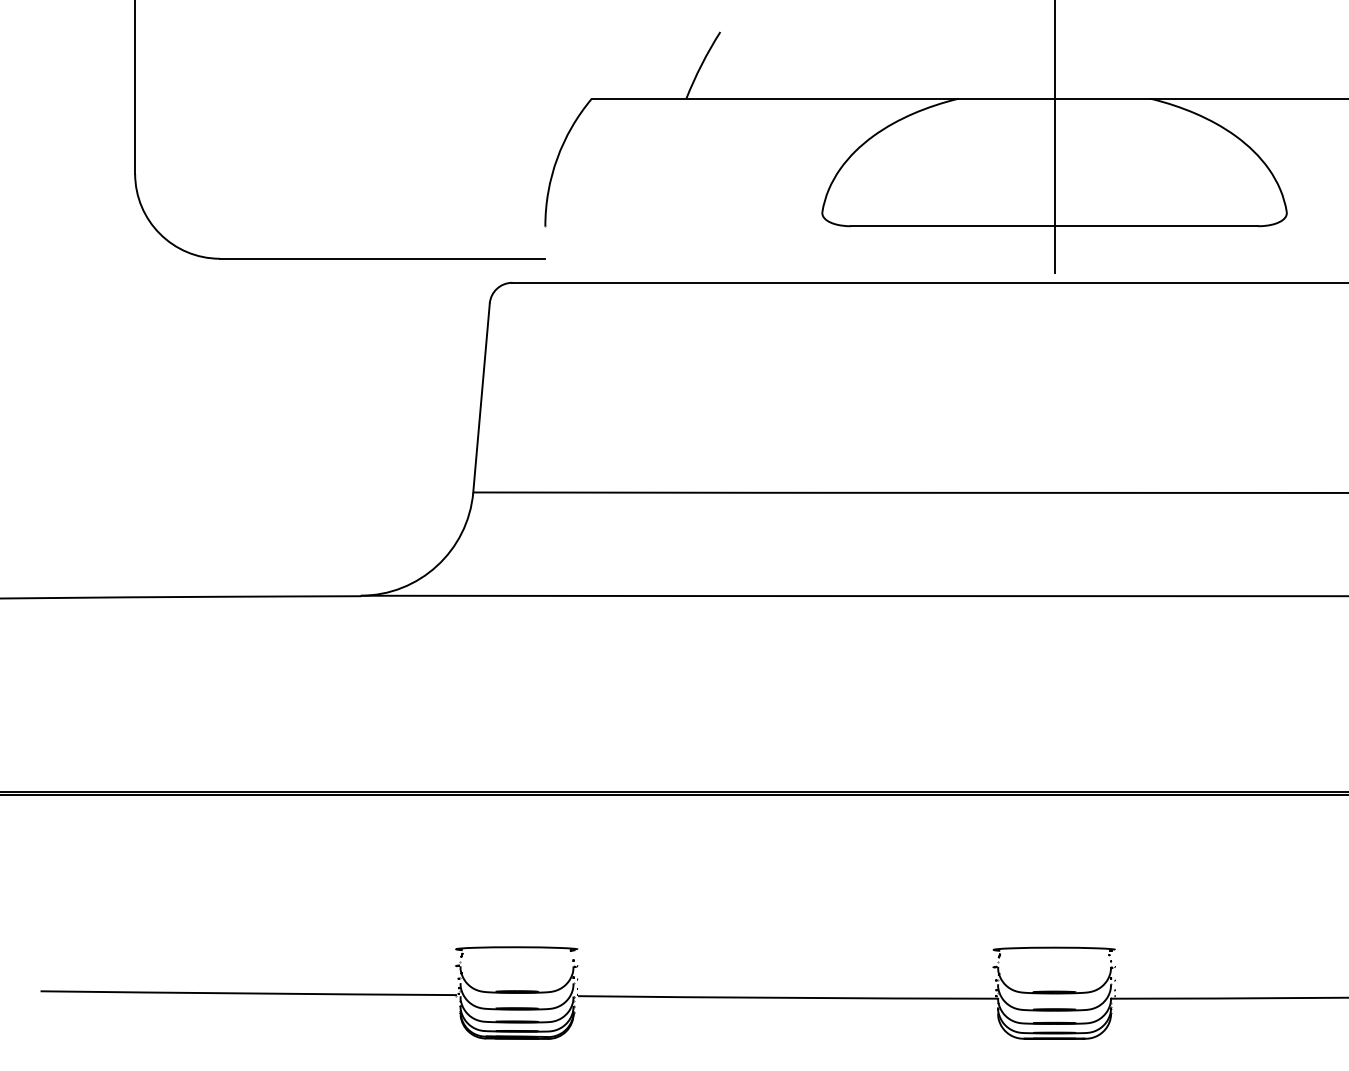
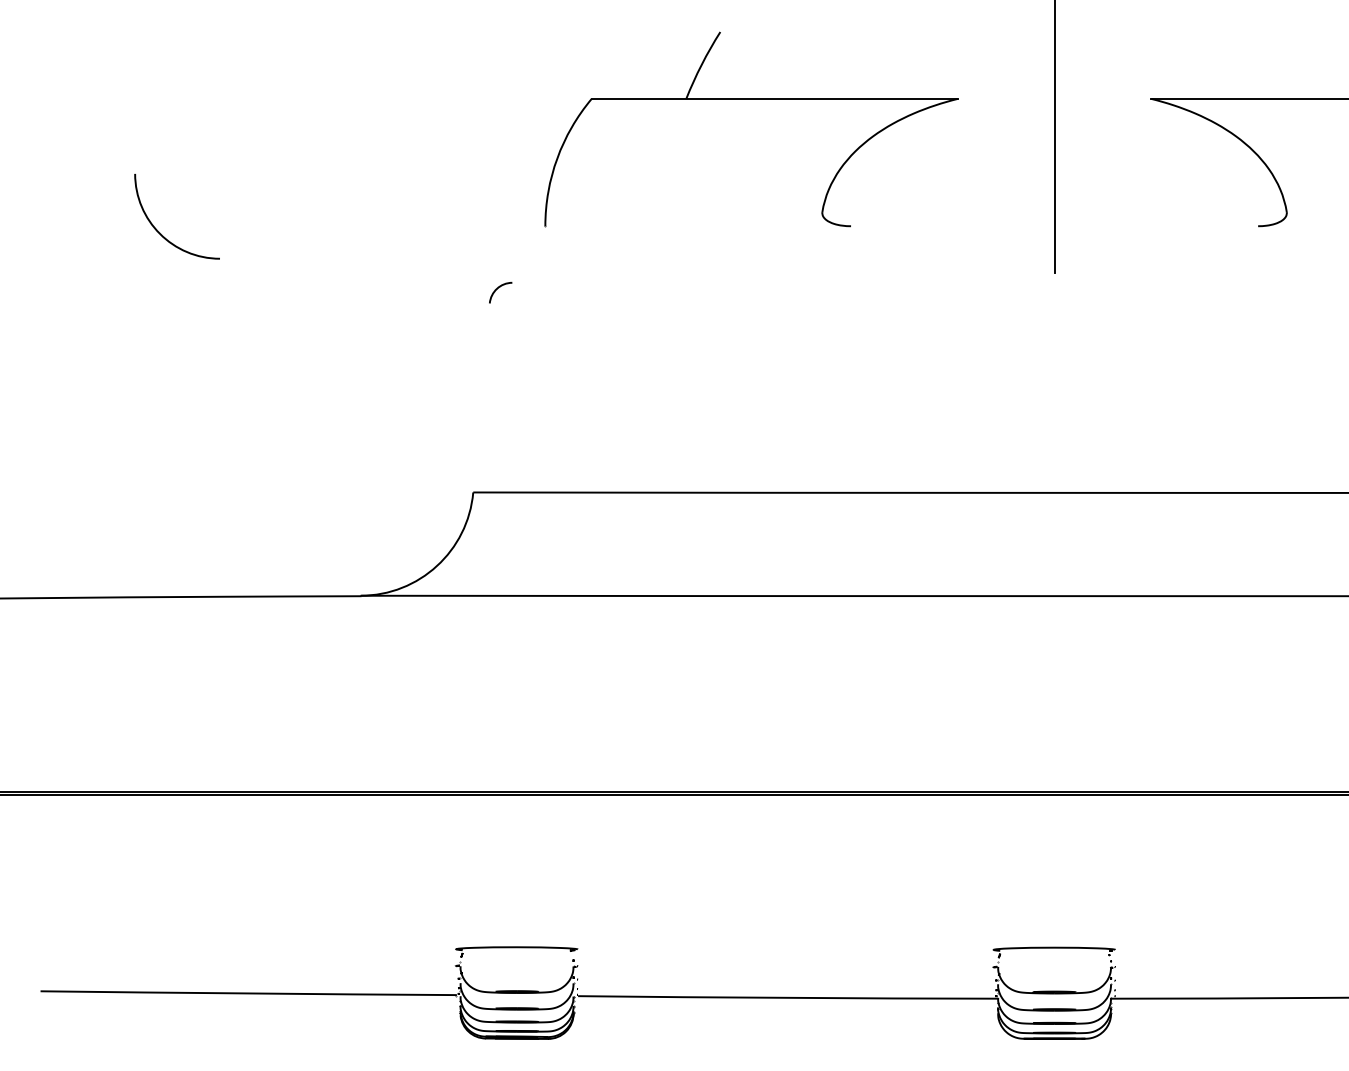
line at (135, 87): present -> none
line at (1054, 98): present -> none
line at (1054, 226): present -> none
line at (382, 258): present -> none
line at (928, 282): present -> none
line at (481, 397): present -> none
